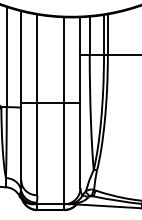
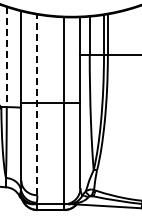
line at (6, 57): solid -> dashed
line at (37, 104): solid -> dashed
